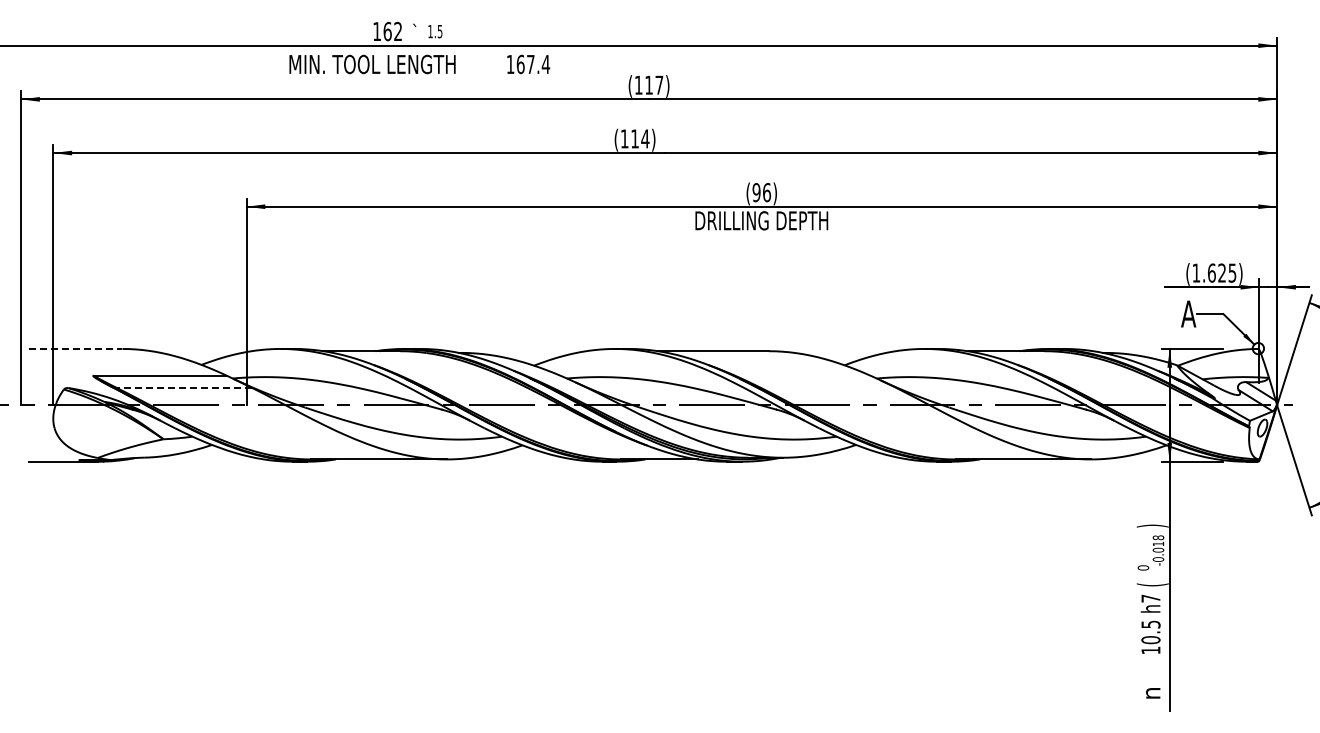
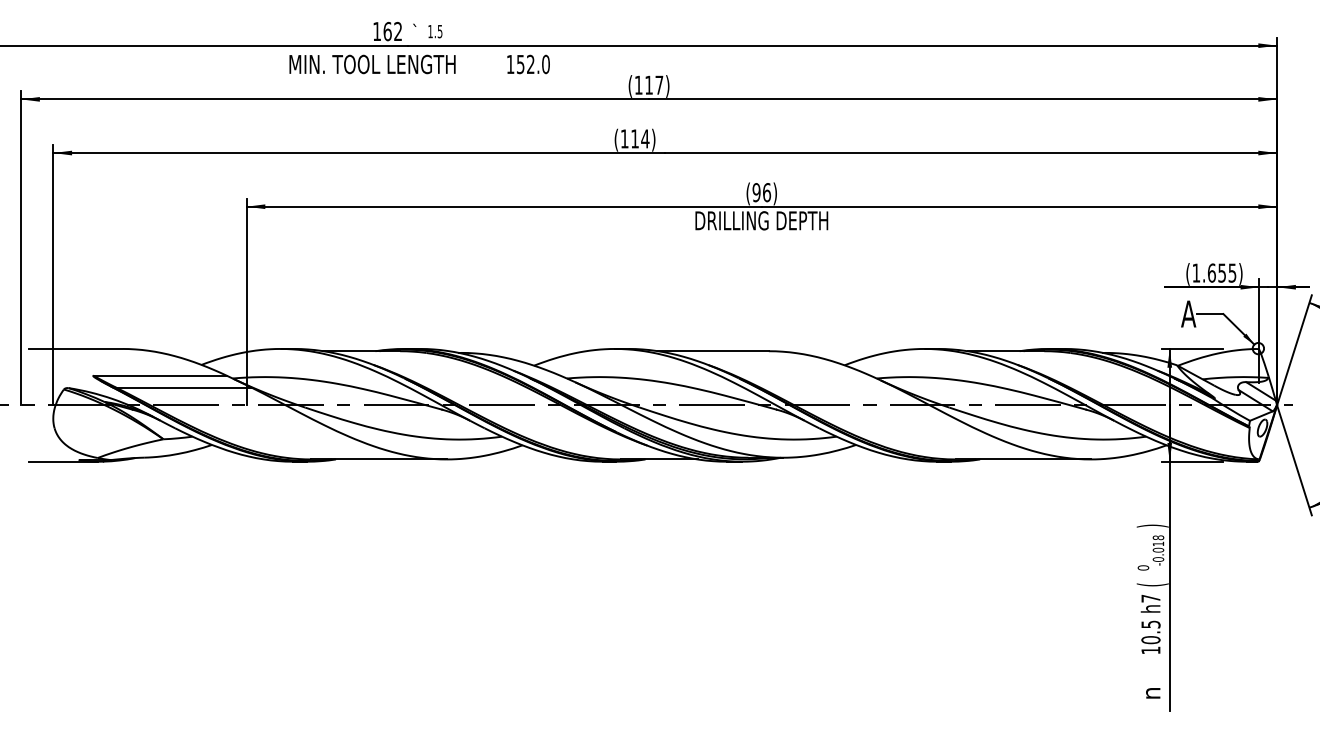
text at (533, 64): 167.4 -> 152.0
text at (1221, 272): (1.625) -> (1.655)
line at (75, 348): dashed -> solid
line at (183, 387): dashed -> solid
